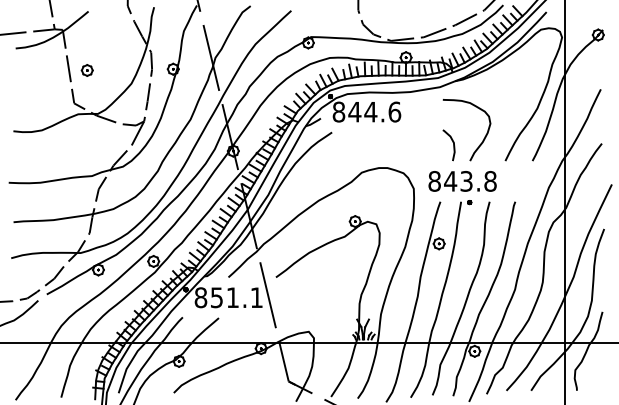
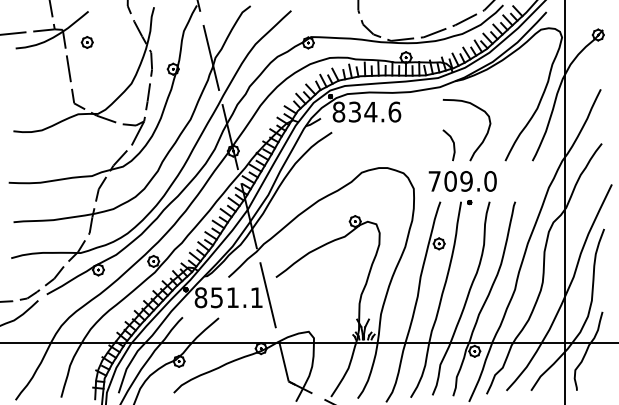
part at (86, 70) position: (86, 70) -> (86, 42)
text at (354, 111): 844.6 -> 834.6
text at (462, 181): 843.8 -> 709.0
